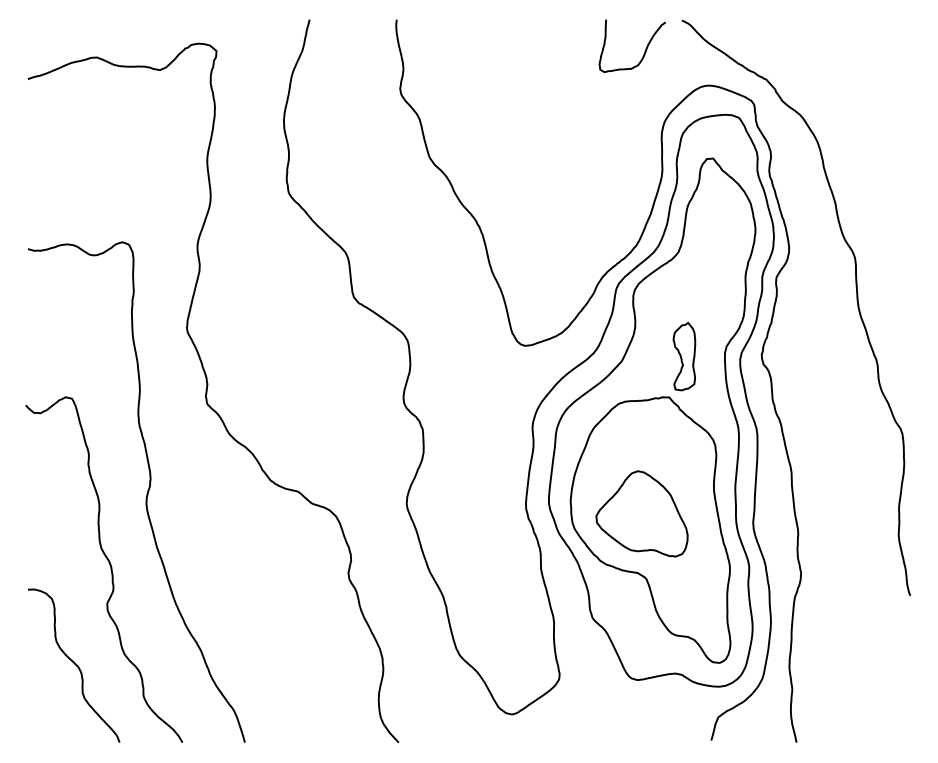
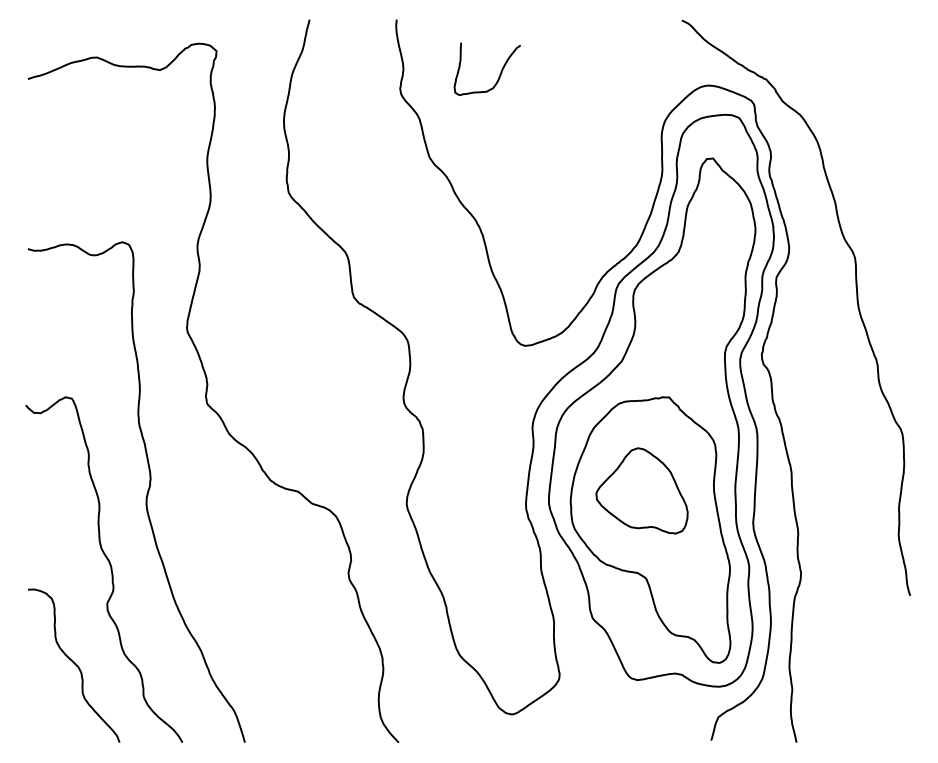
curve at (645, 48) position: (645, 48) -> (500, 71)
part at (684, 356): present -> none
part at (641, 513) position: (641, 513) -> (641, 490)
